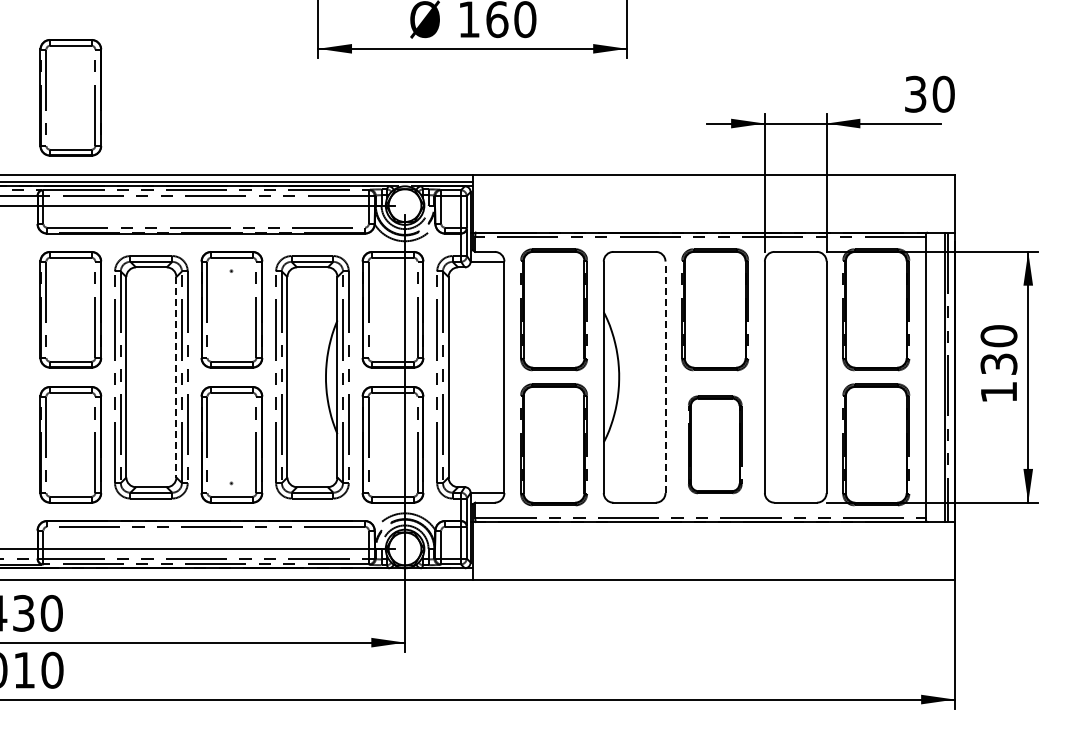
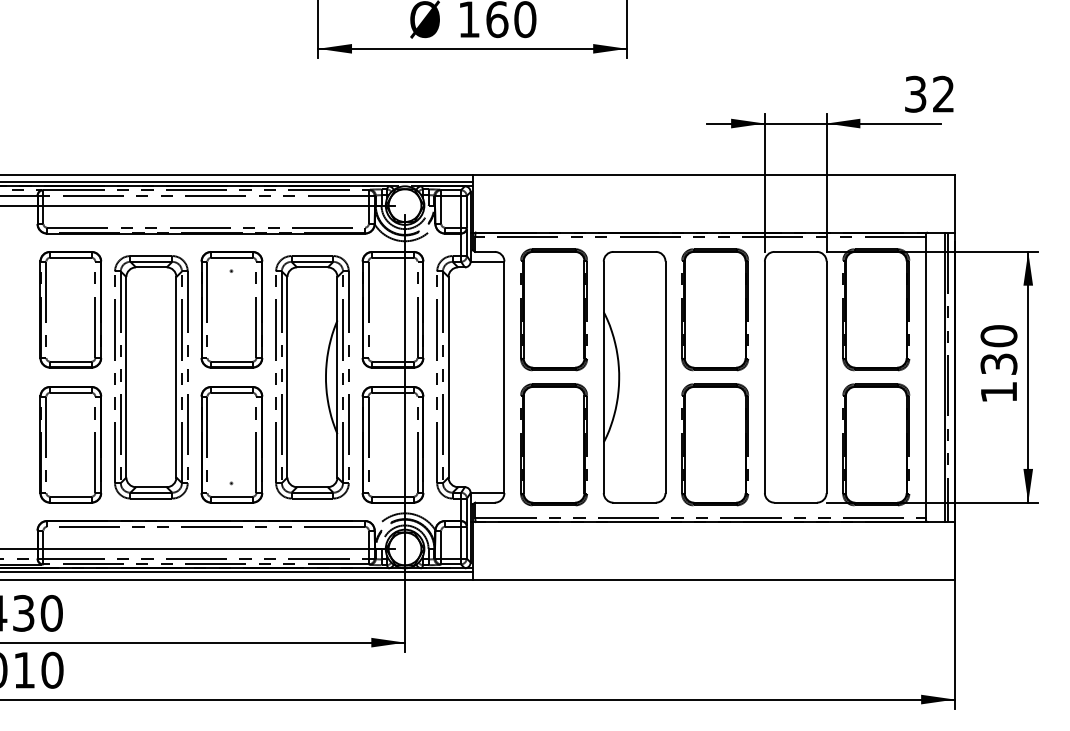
text at (943, 93): 30 -> 32
part at (70, 97): present -> none
line at (176, 377): dashed -> solid
line at (665, 377): dashed -> solid
part at (715, 444) size: 55x100 px -> 69x124 px
line at (237, 572): none -> present
